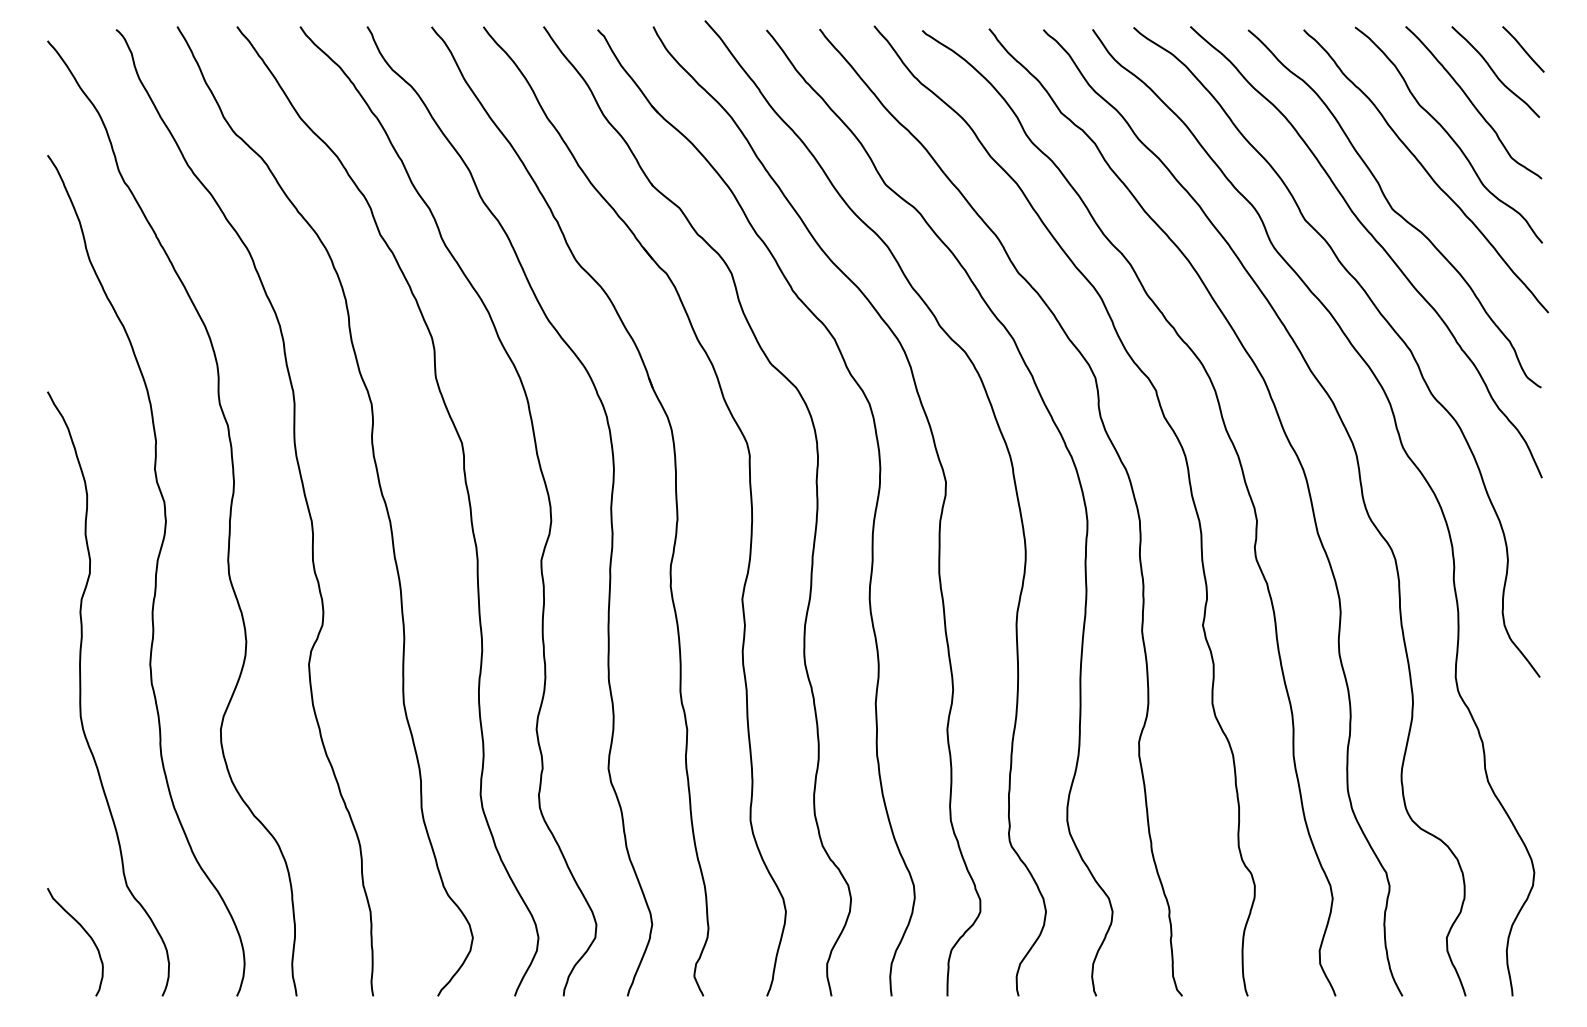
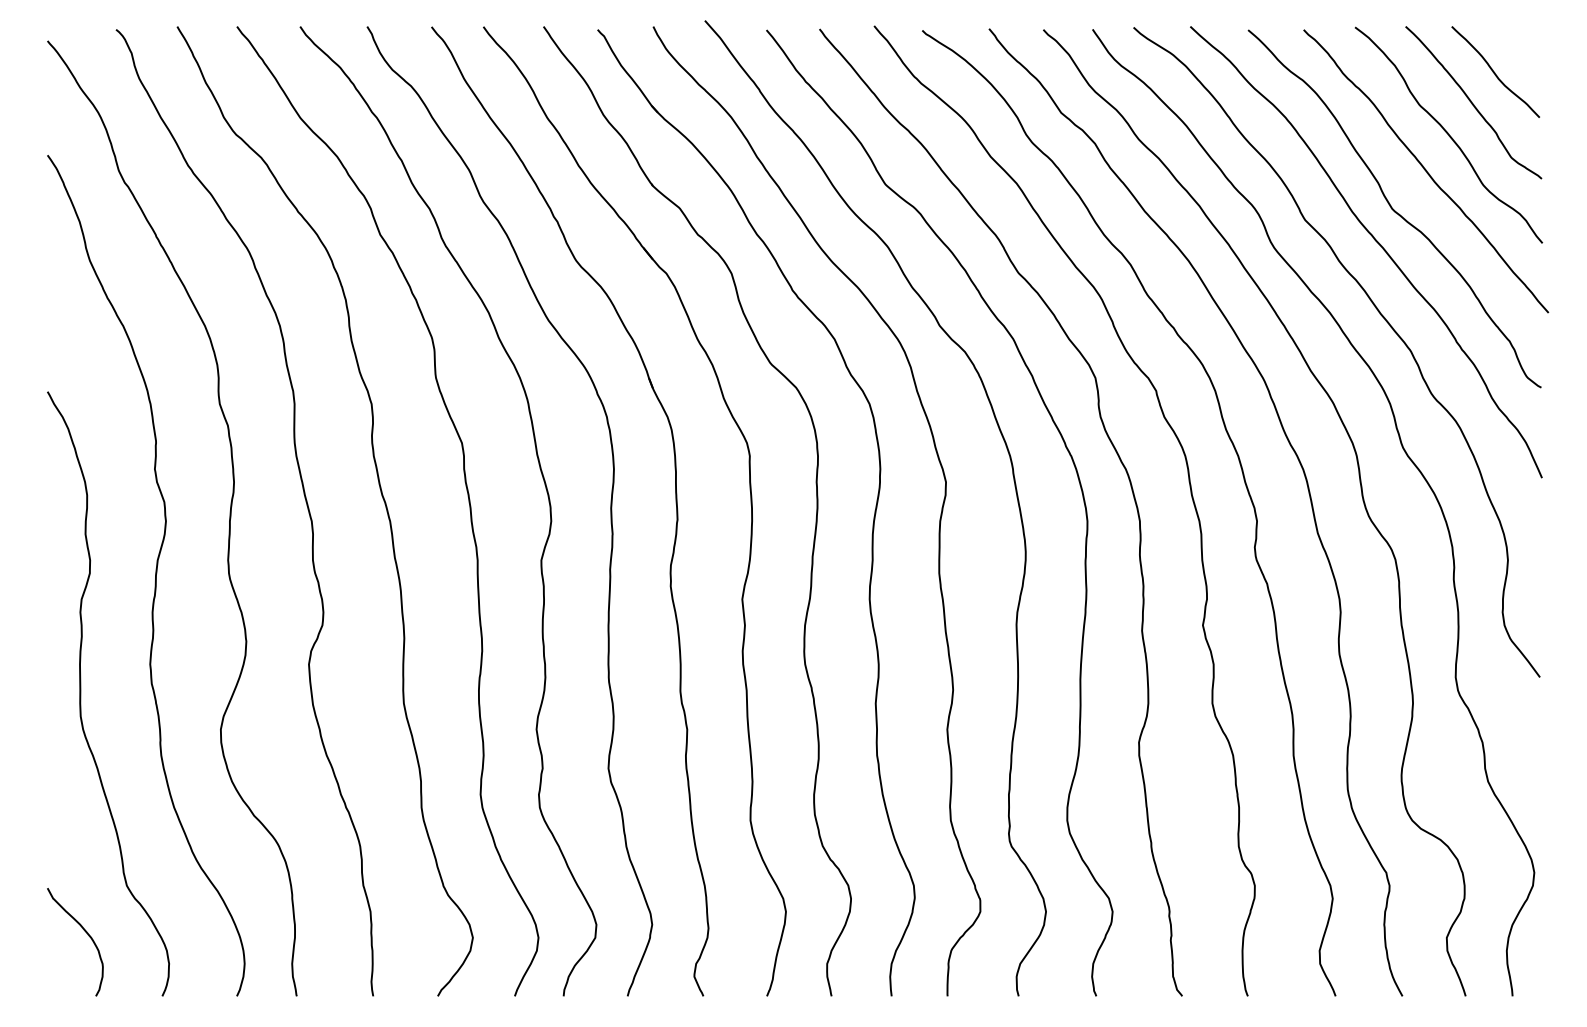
line at (1523, 49): present -> none
